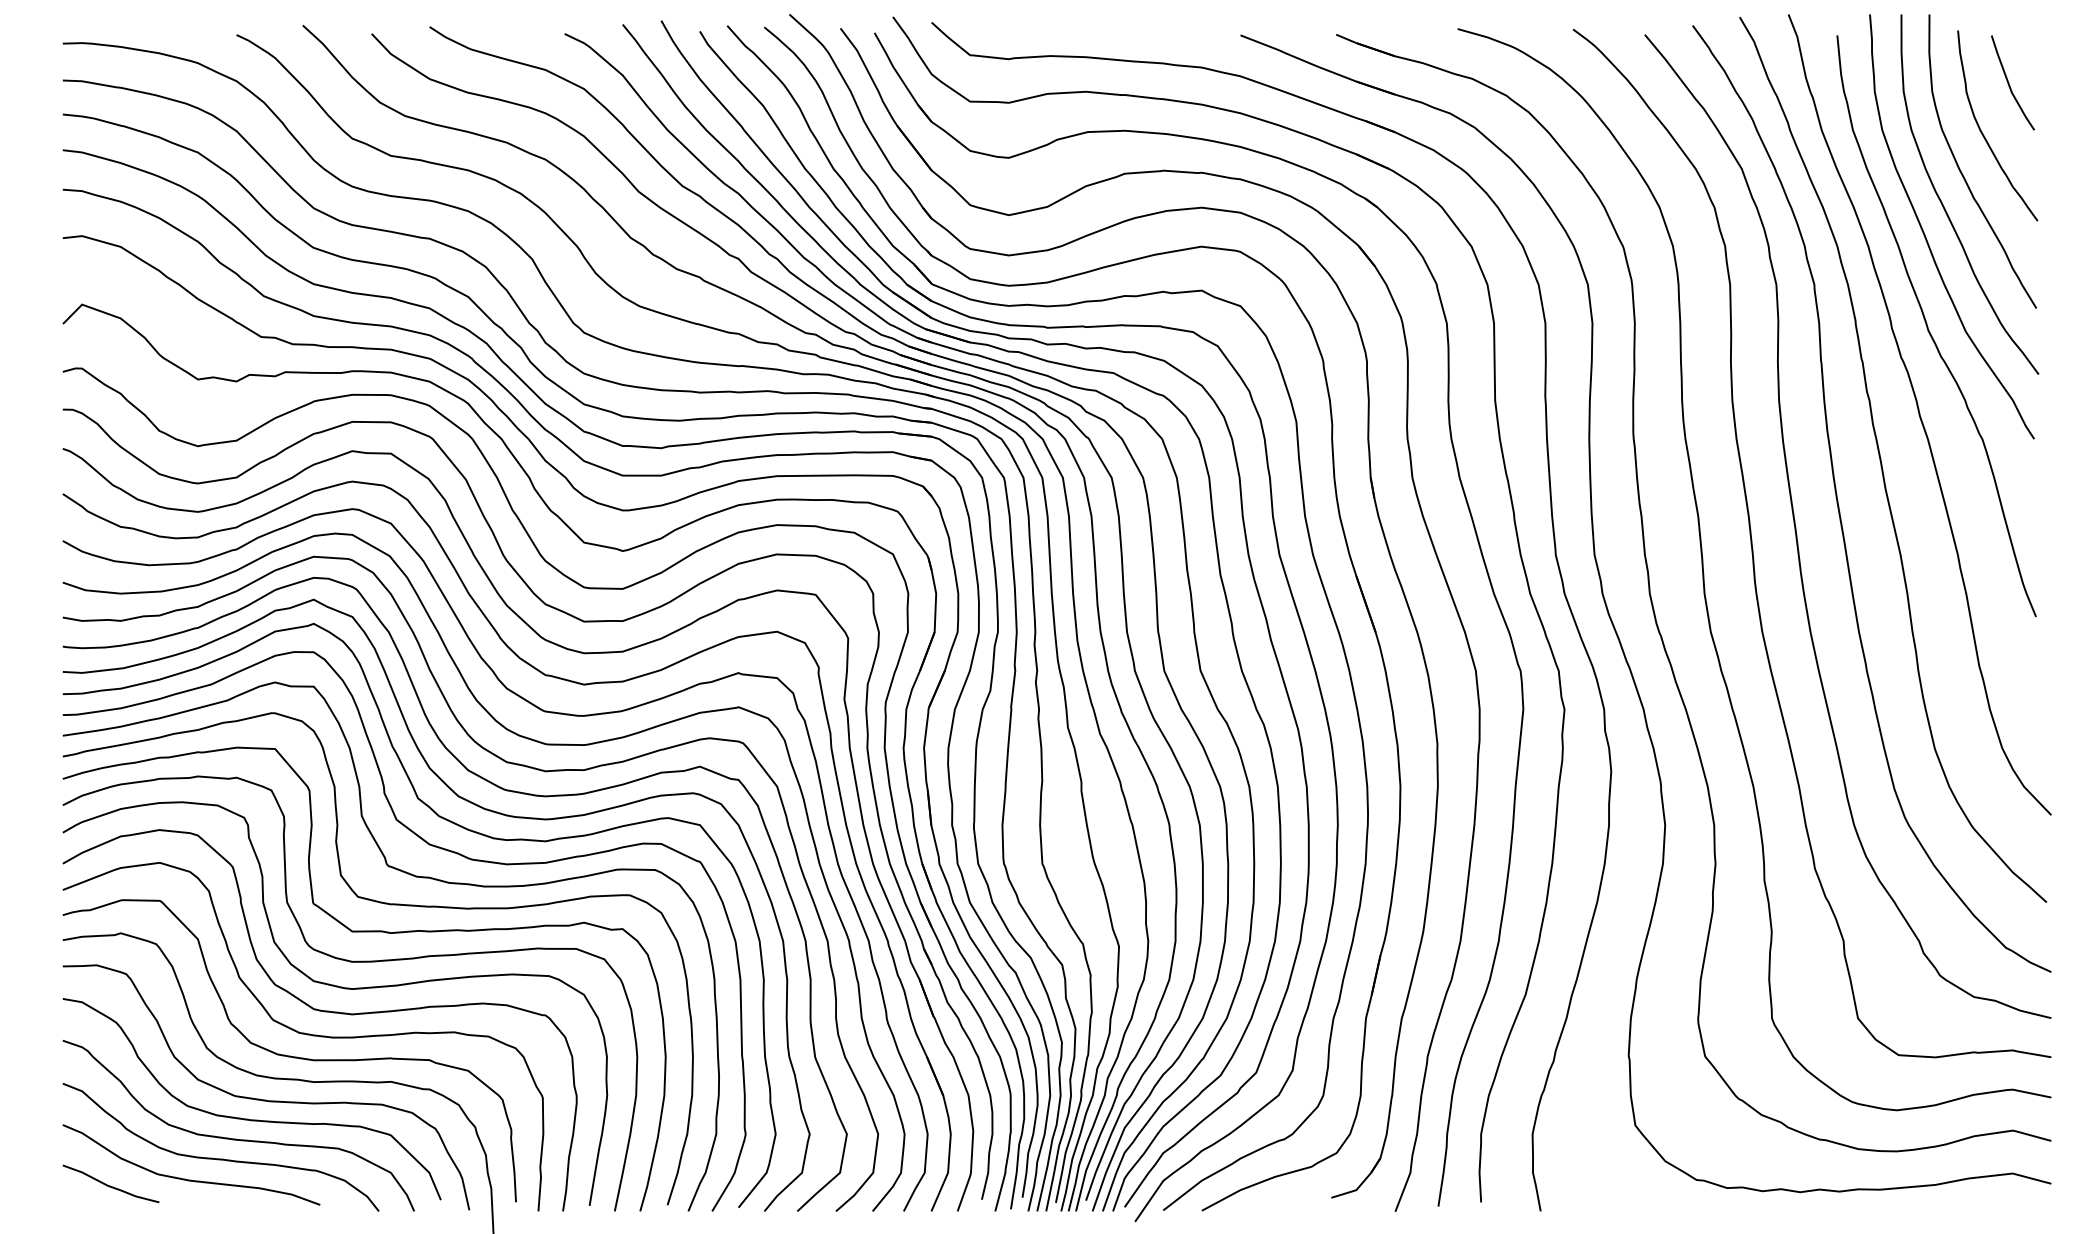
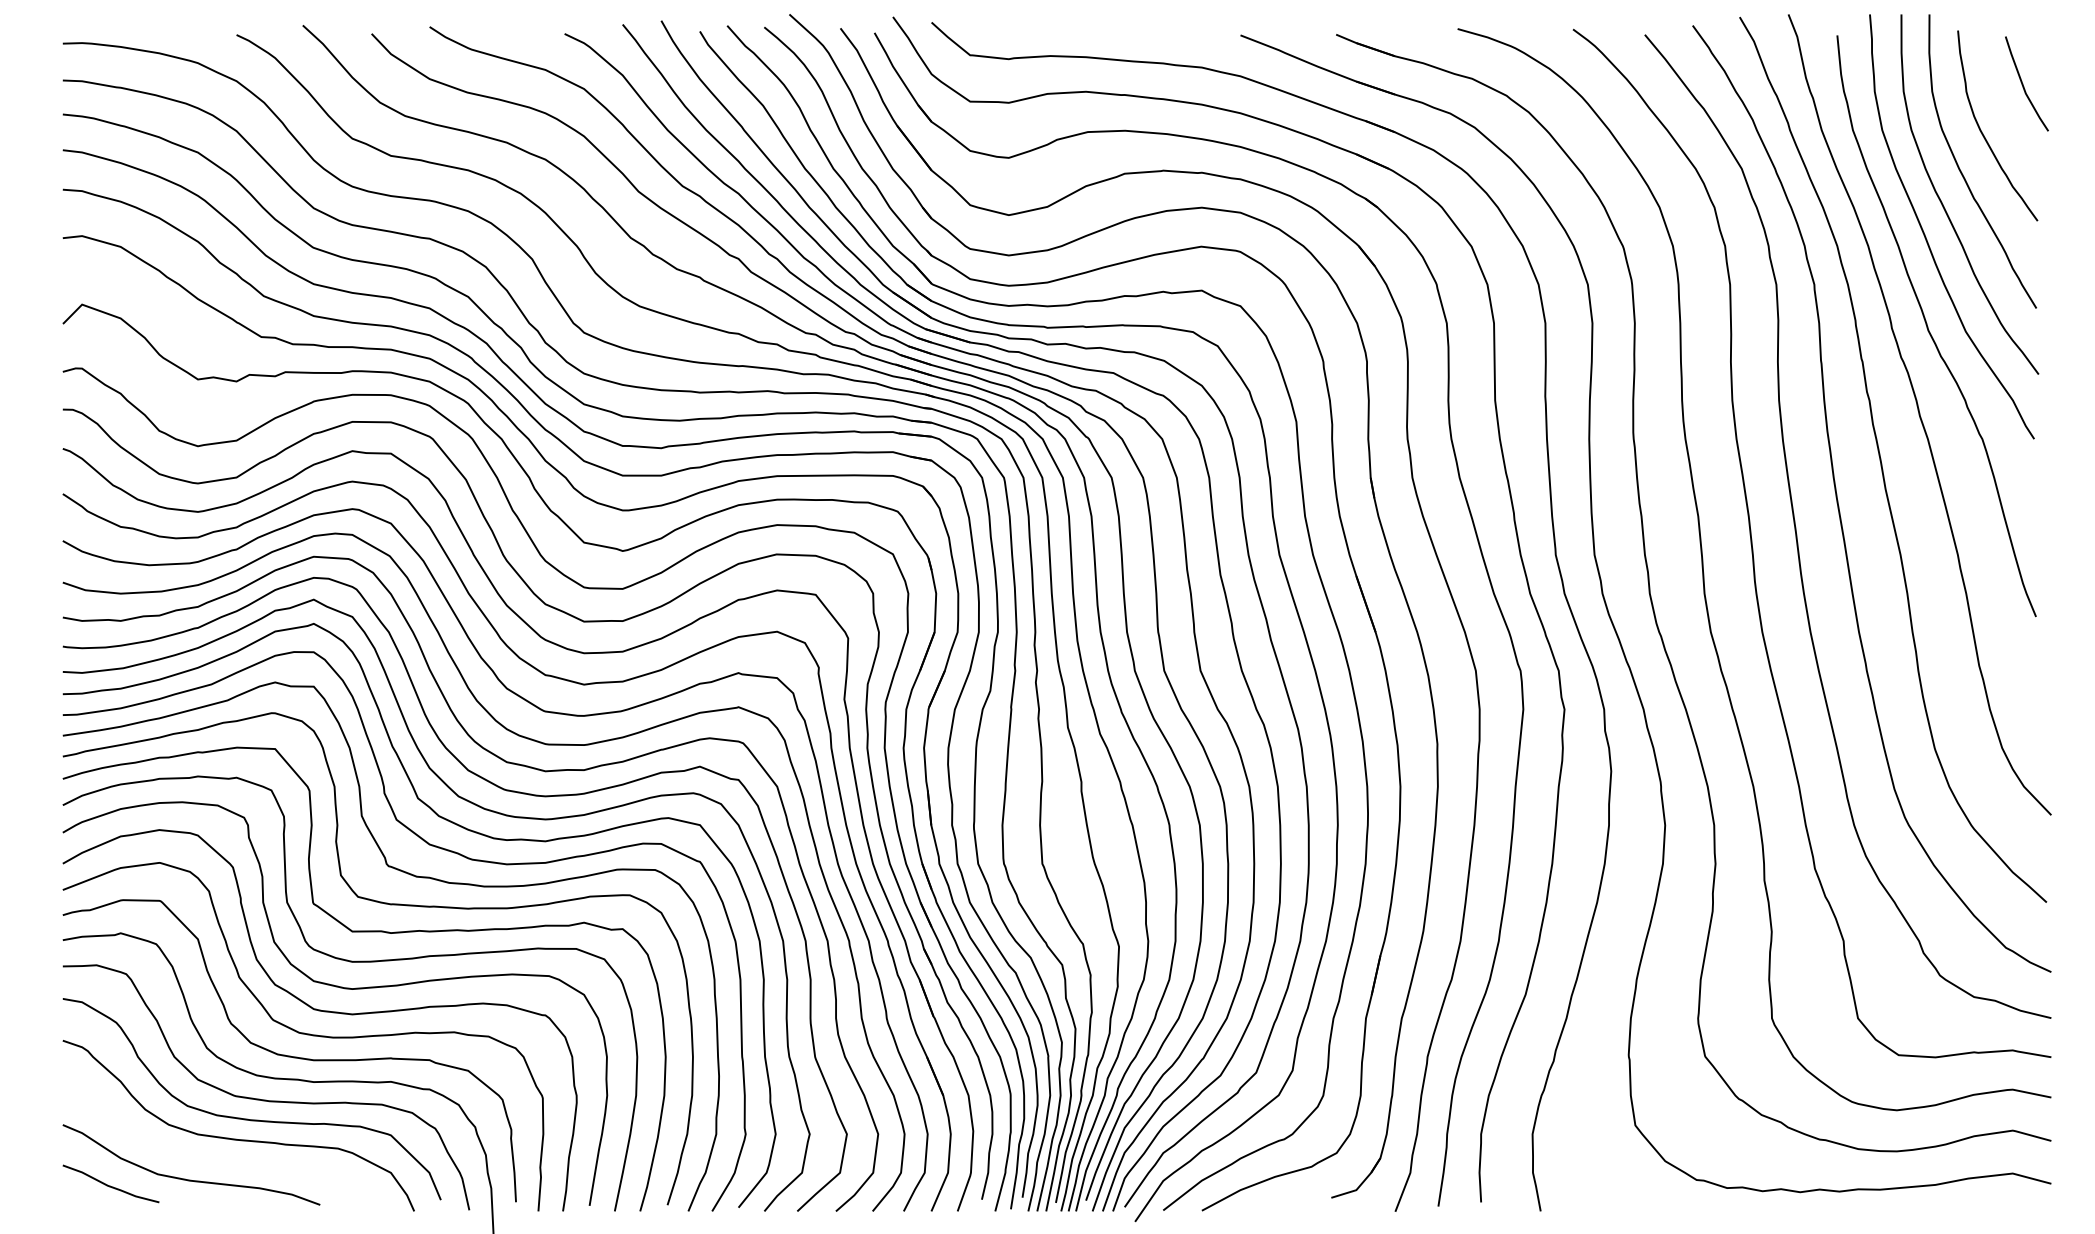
line at (2009, 82) position: (2009, 82) -> (2023, 83)
curve at (220, 1158): present -> none
